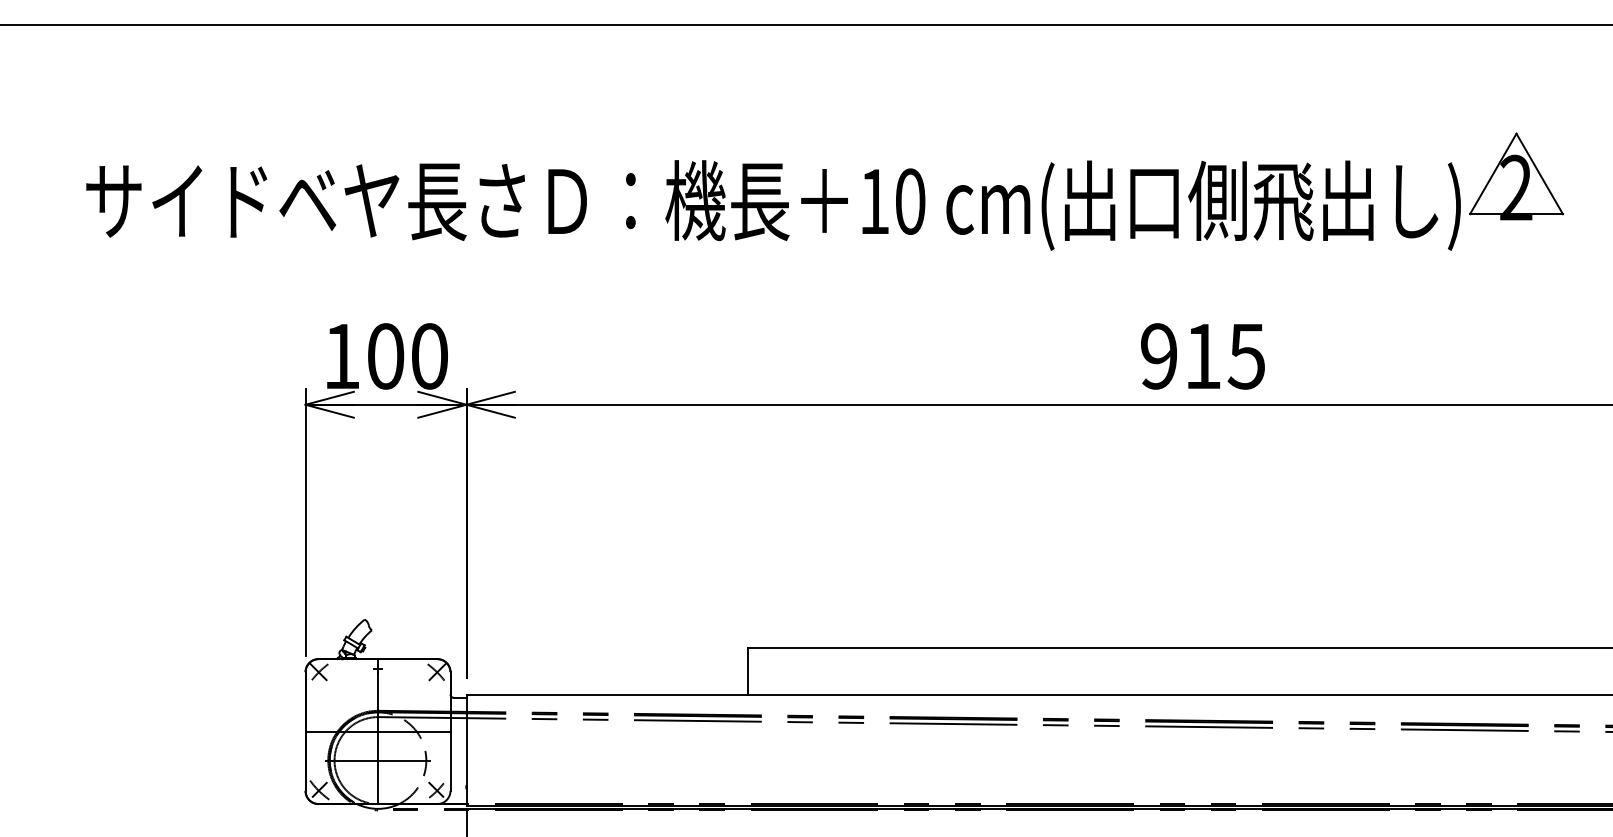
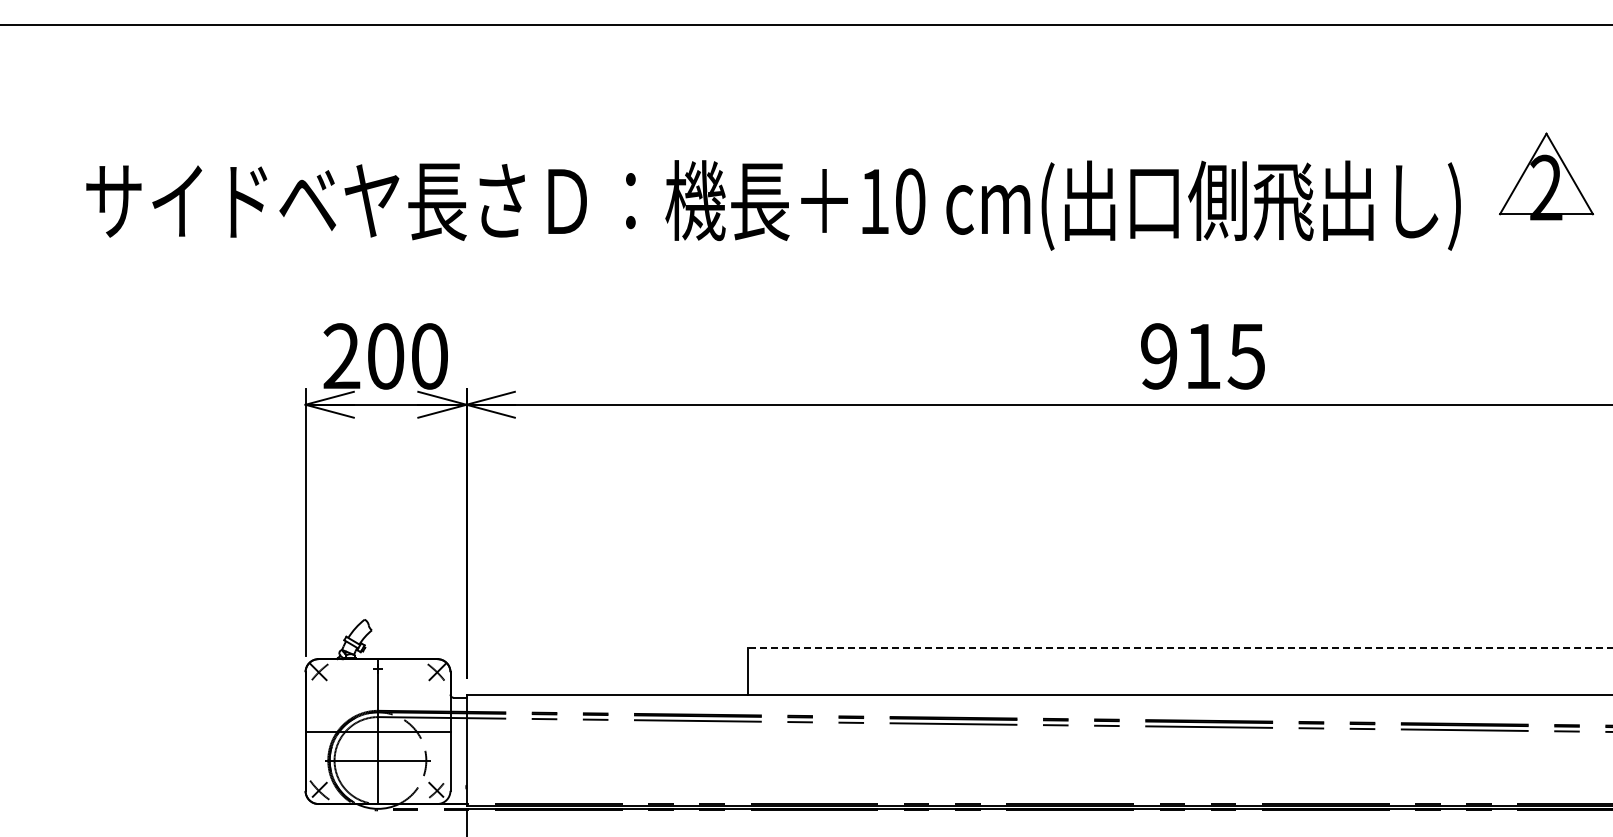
part at (1516, 176) position: (1516, 176) -> (1546, 176)
text at (341, 355): 100 -> 200
line at (1180, 647): solid -> dashed
